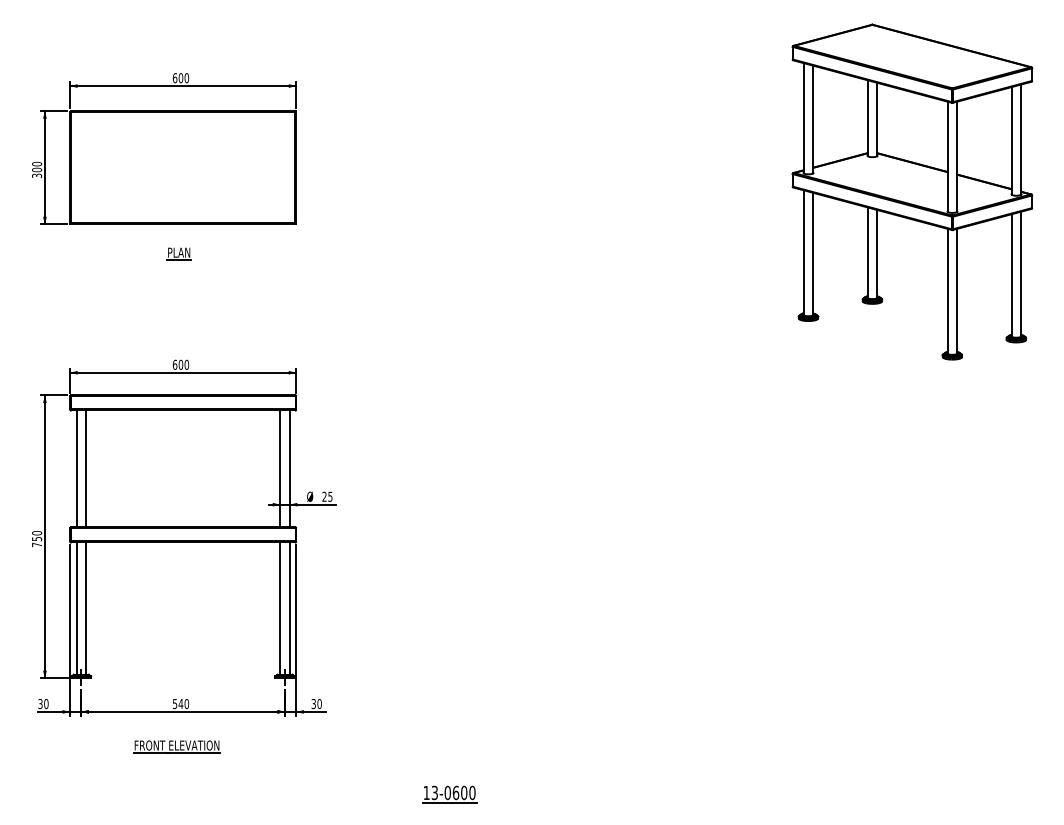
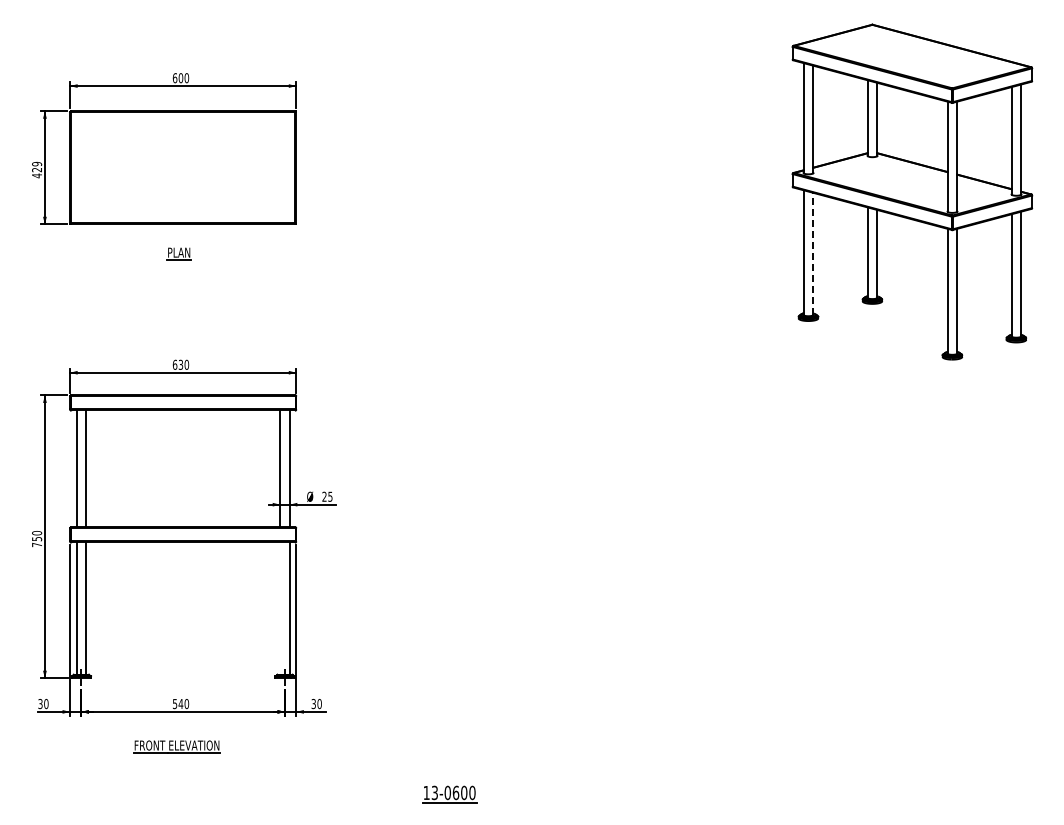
text at (37, 170): 300 -> 429
line at (813, 253): solid -> dashed
text at (180, 364): 600 -> 630
line at (280, 608): present -> none
